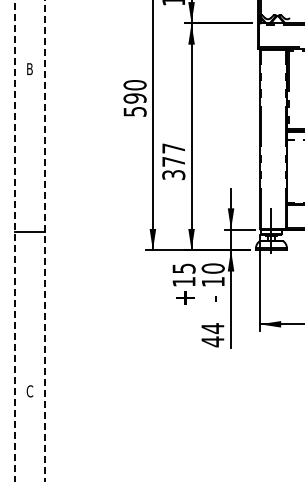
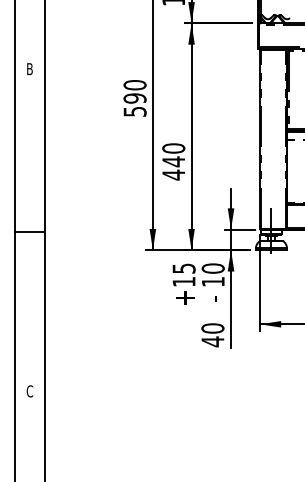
text at (173, 161): 377 -> 440
line at (15, 241): dashed -> solid
line at (44, 241): dashed -> solid
text at (212, 328): 44 -> 40
